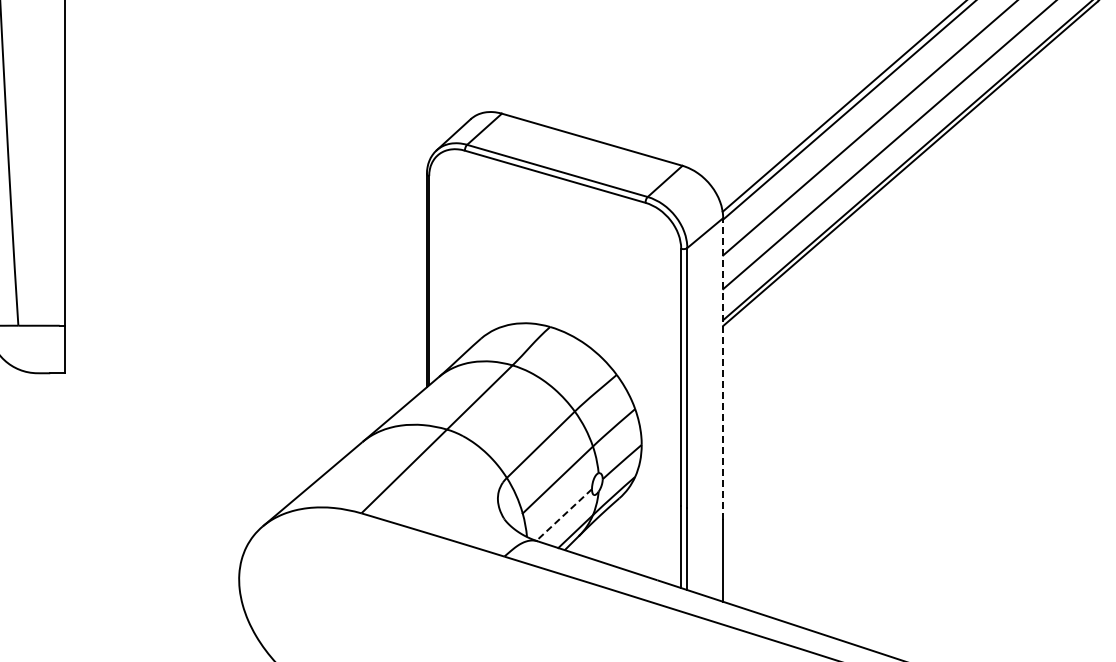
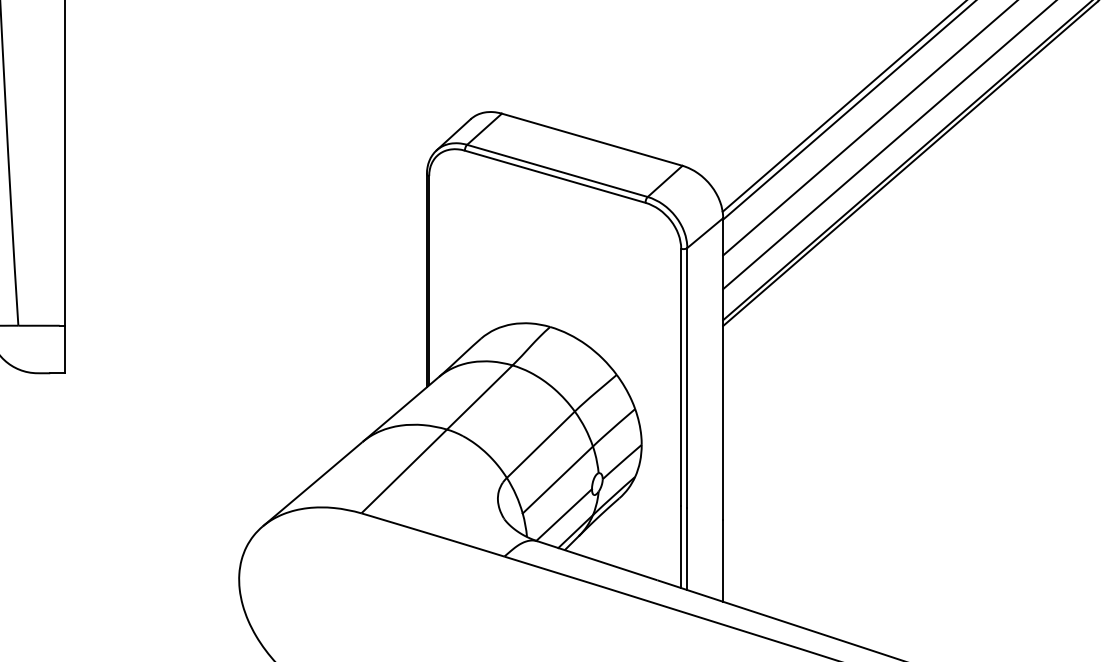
line at (723, 369): dashed -> solid
line at (564, 515): dashed -> solid
